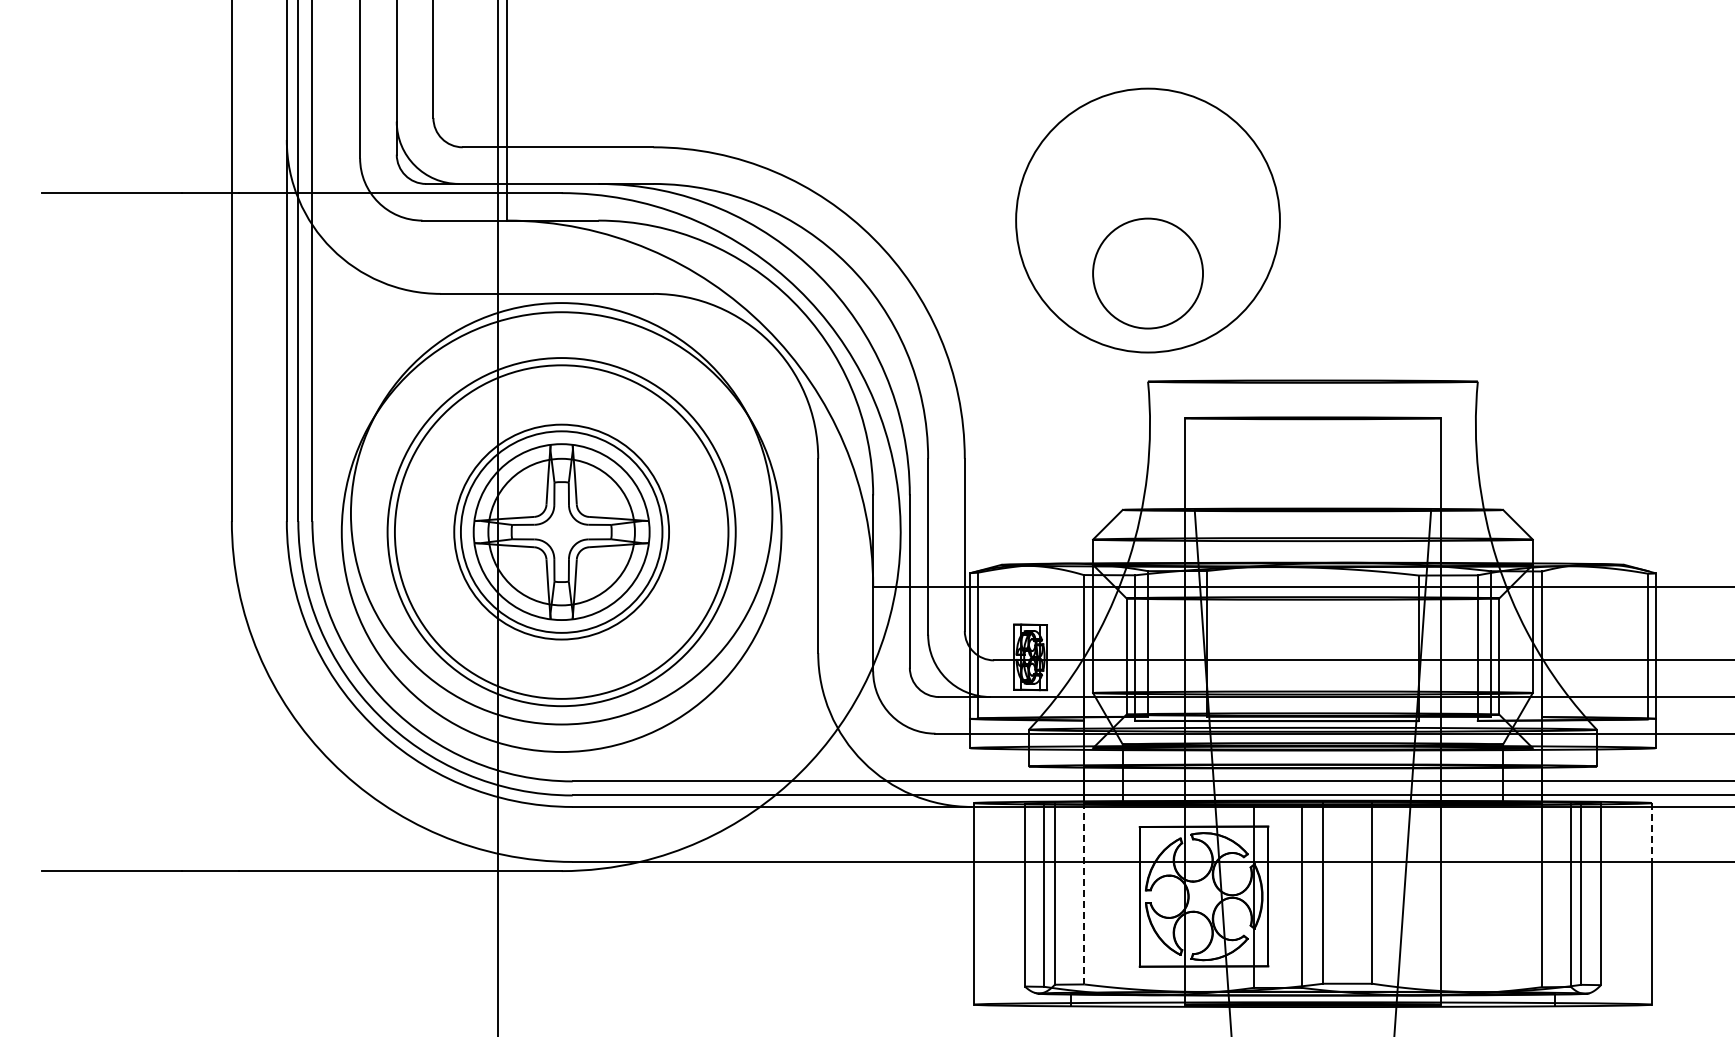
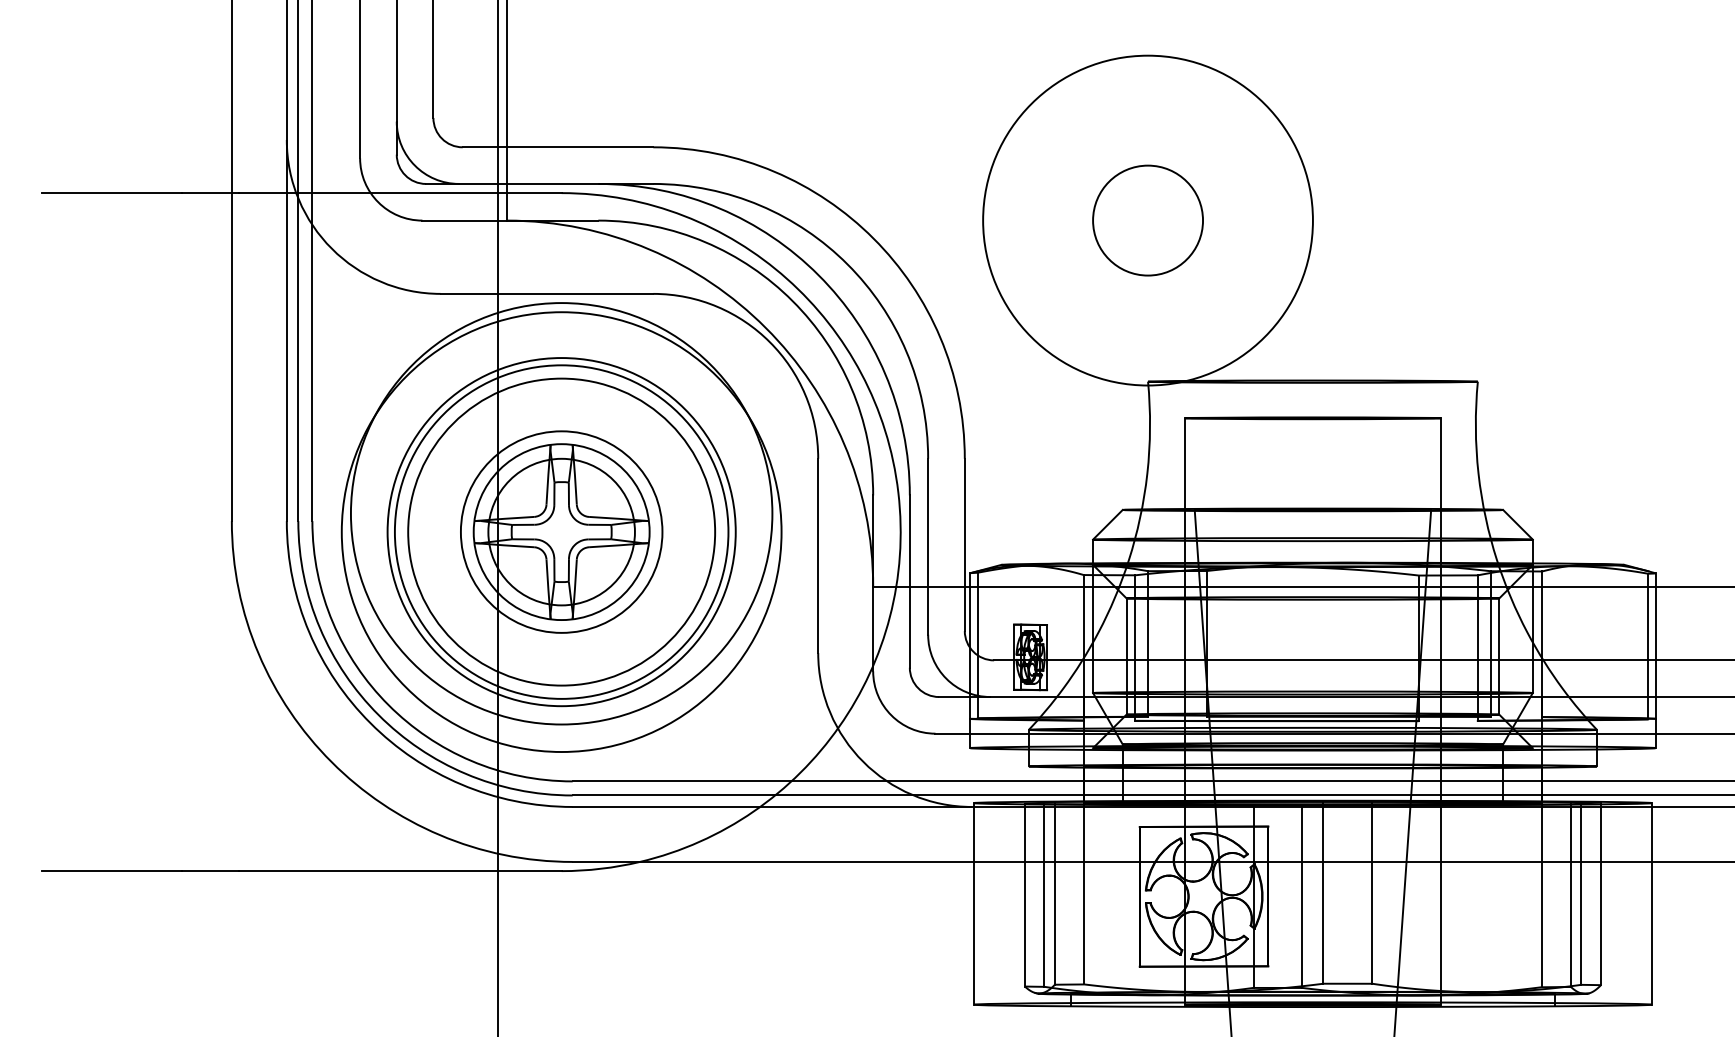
circle at (1147, 220) diameter: 264 px -> 330 px
circle at (1147, 273) position: (1147, 273) -> (1147, 220)
circle at (561, 531) diameter: 215 px -> 307 px
line at (1651, 833): dashed -> solid
line at (1084, 893): dashed -> solid
